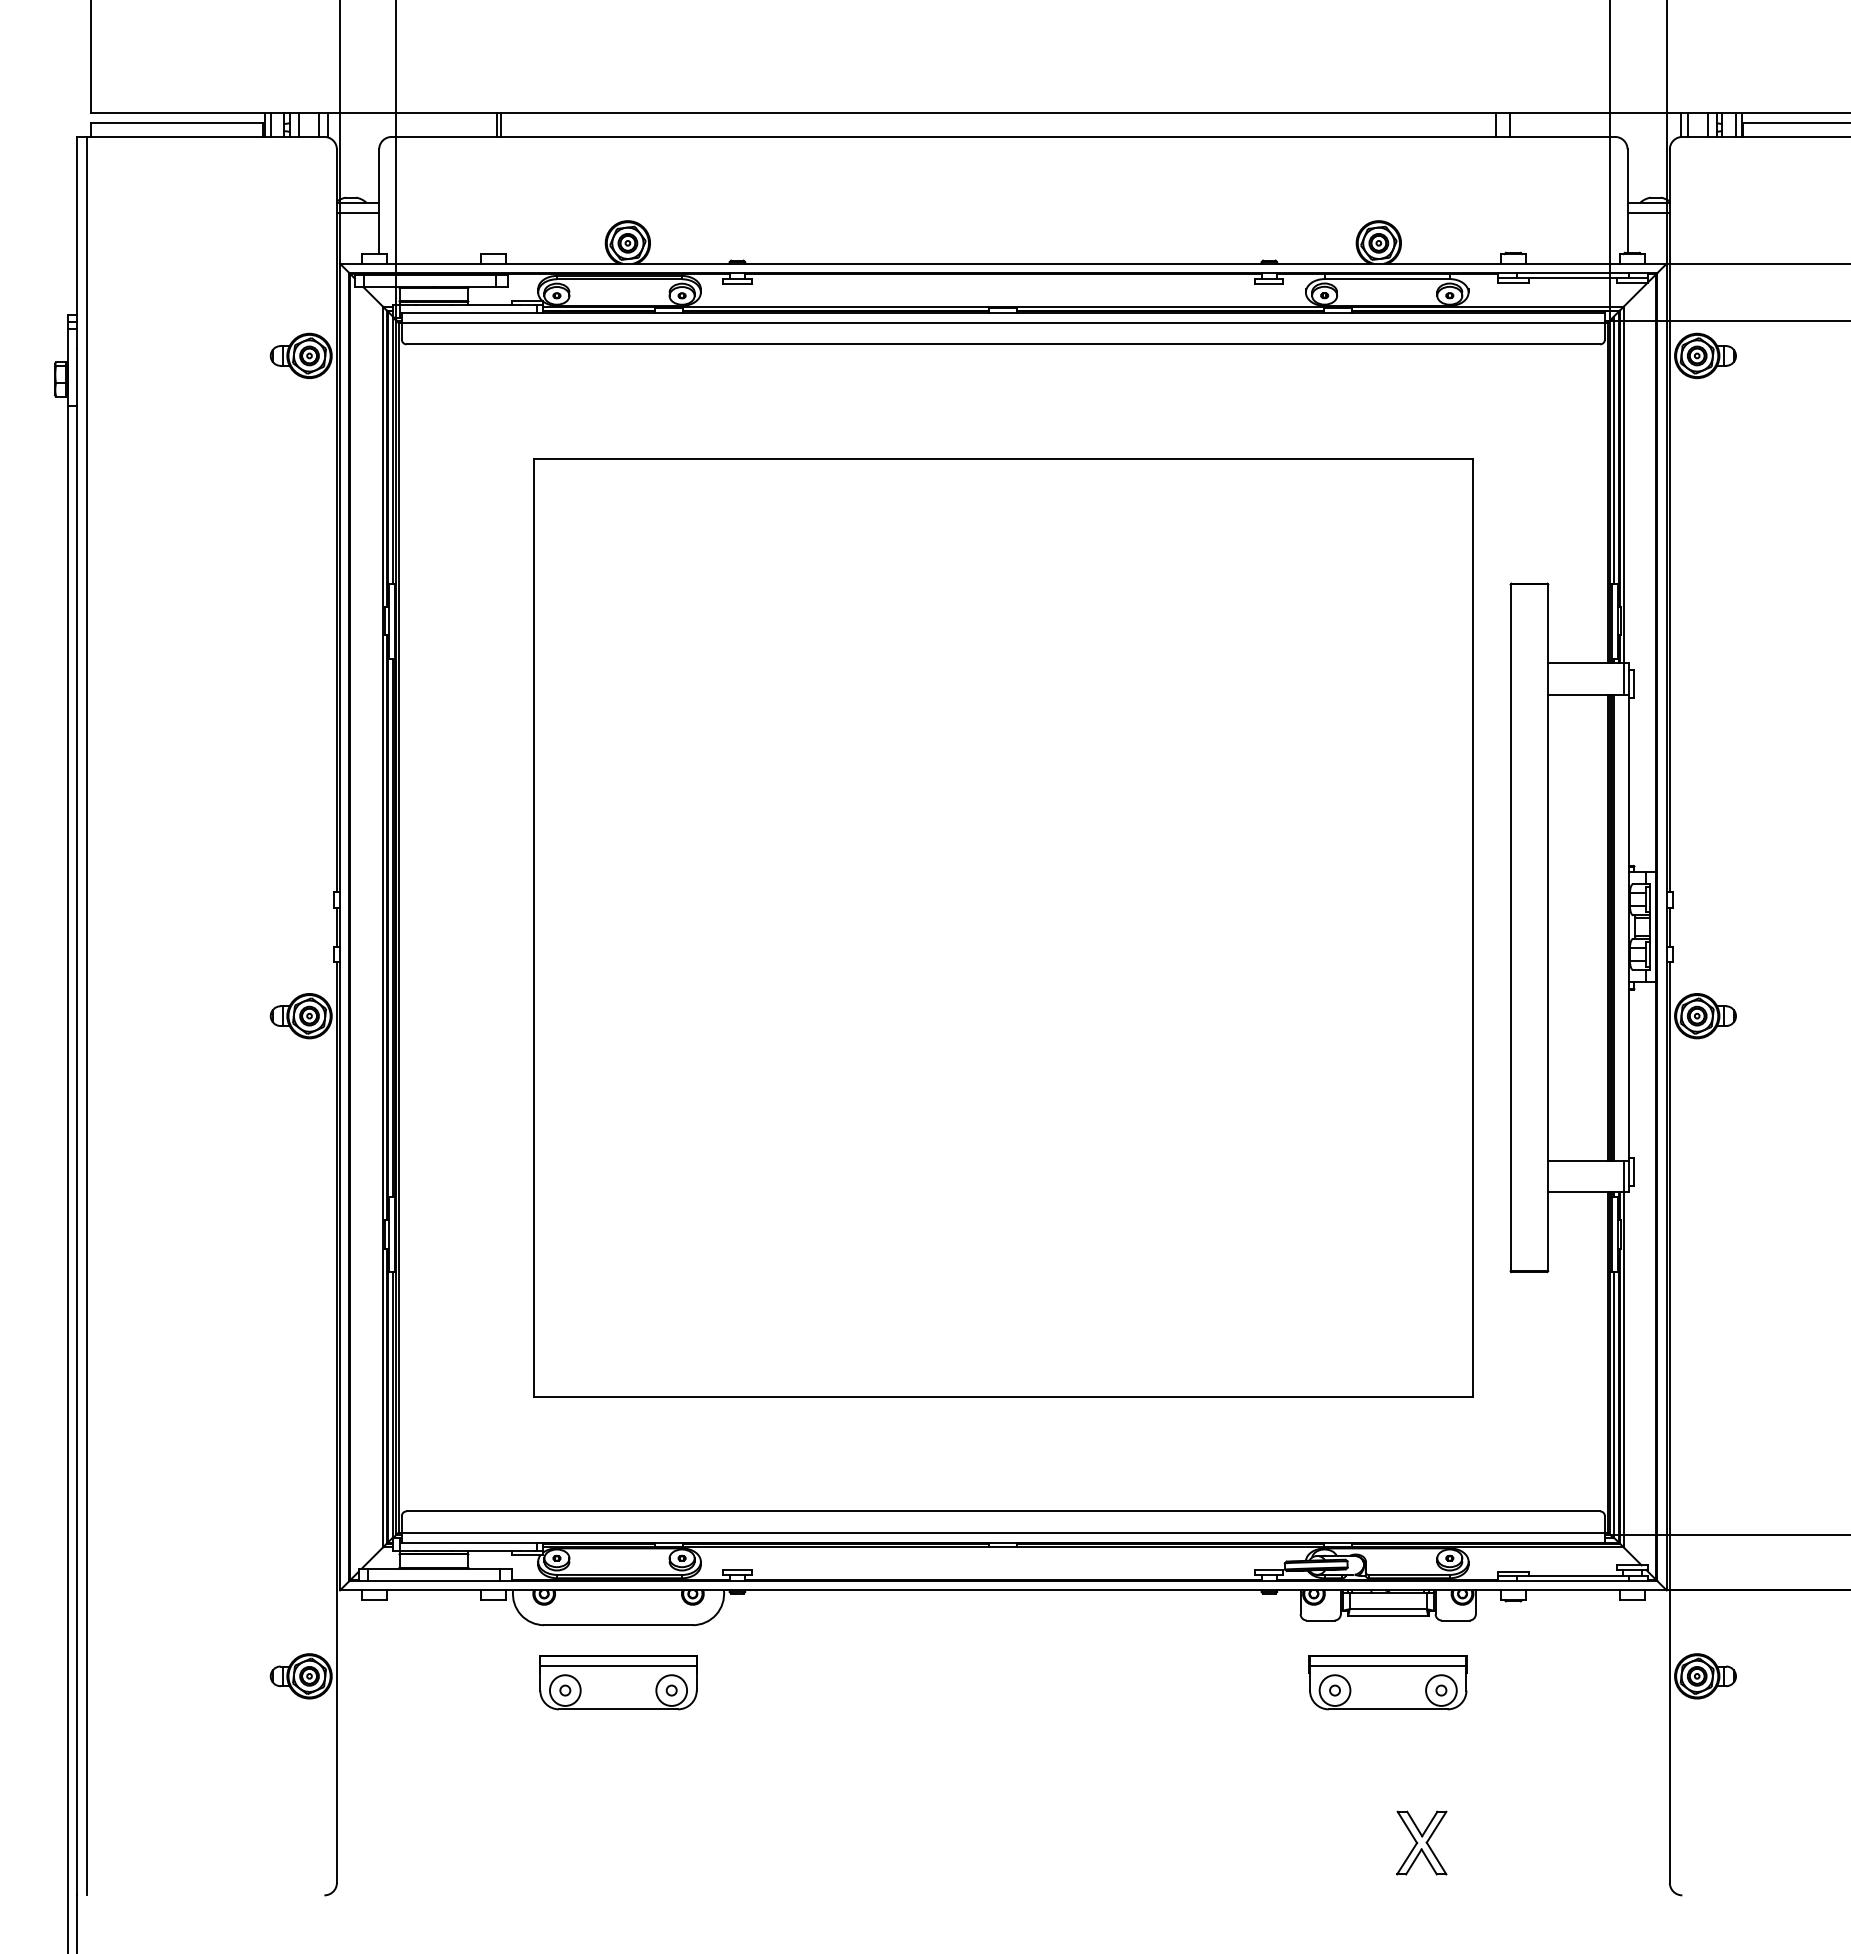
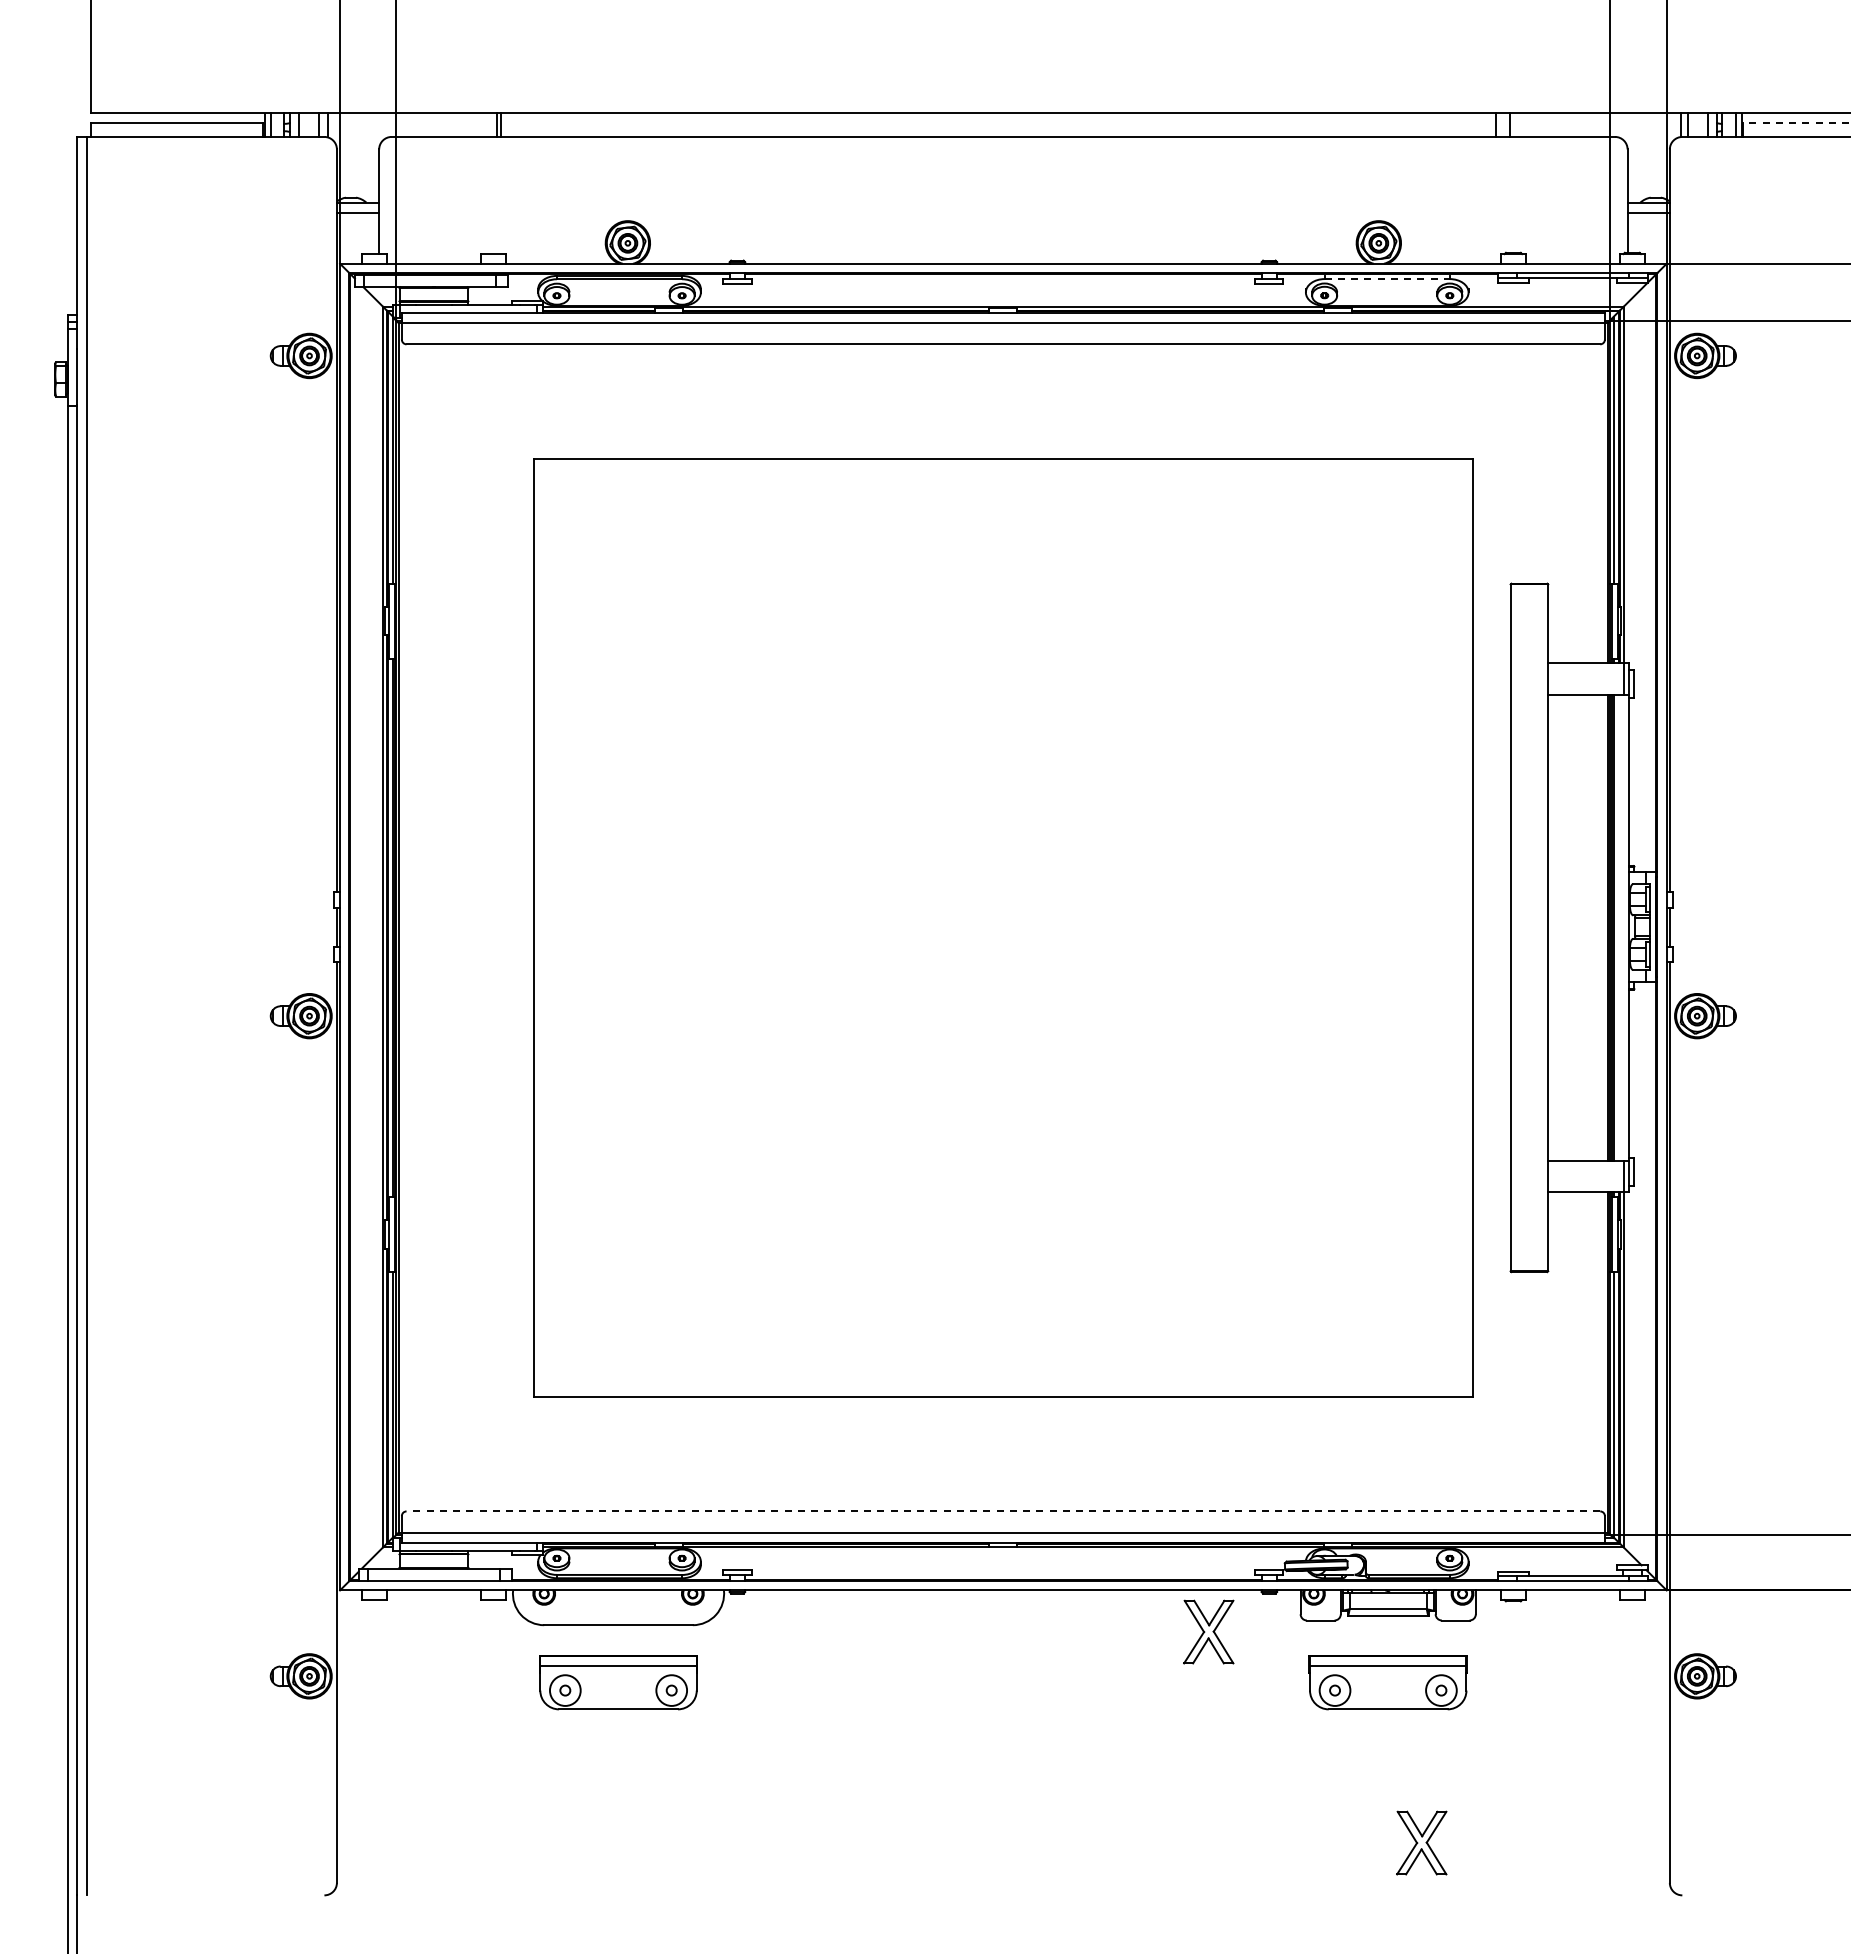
line at (1797, 122): solid -> dashed
line at (1387, 279): solid -> dashed
line at (1003, 1511): solid -> dashed
part at (1208, 1631): none -> present
